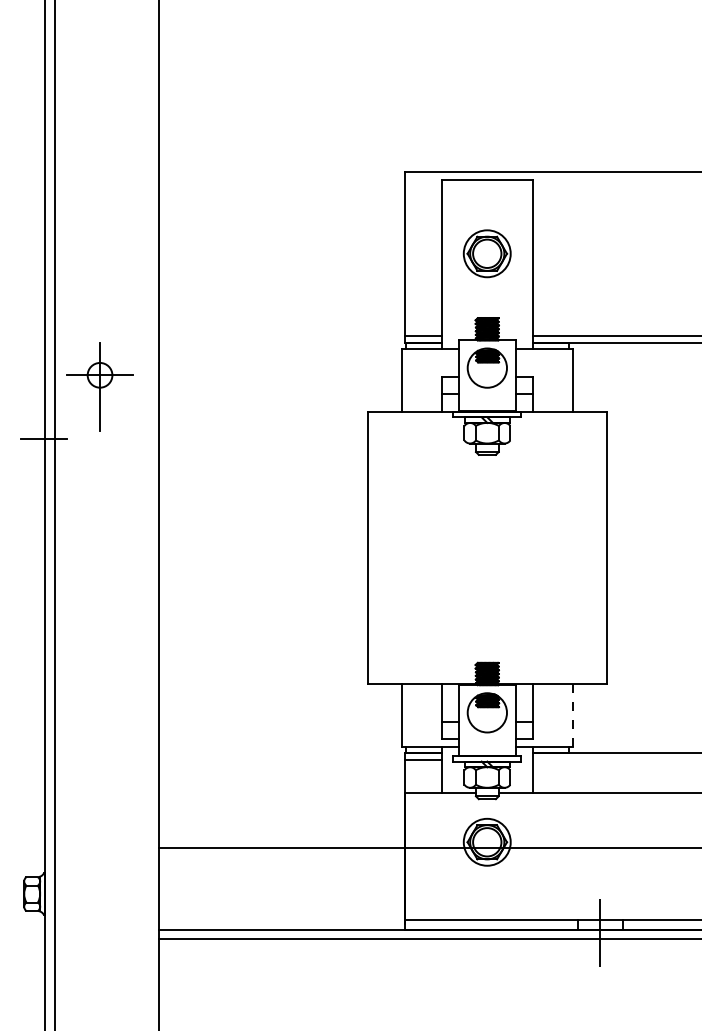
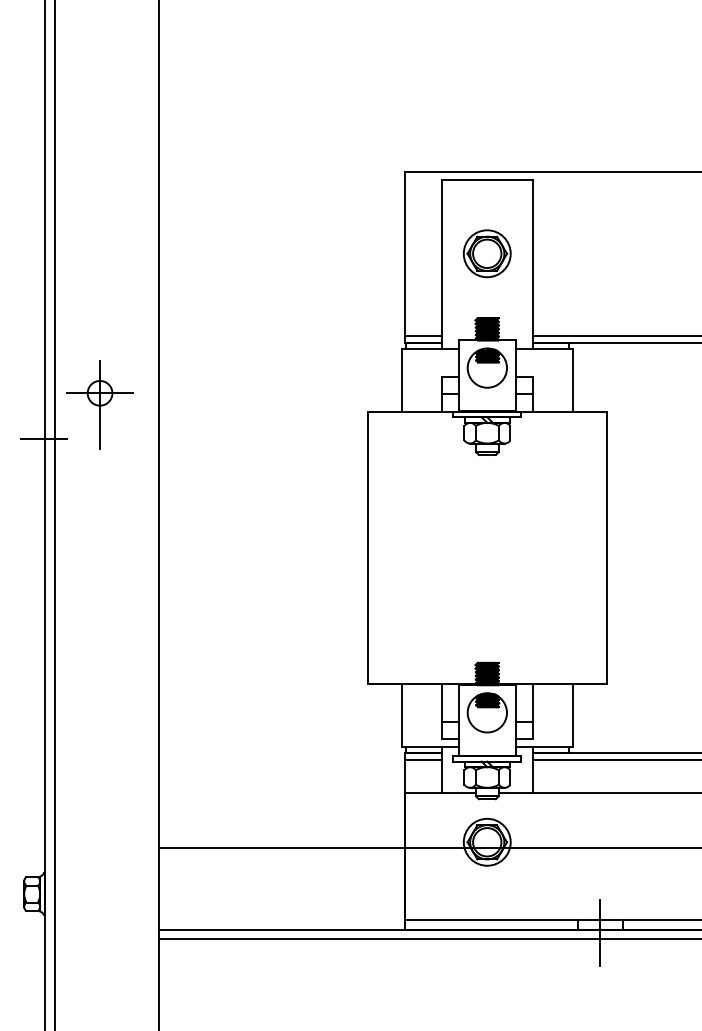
part at (99, 386) position: (99, 386) -> (99, 404)
line at (572, 715): dashed -> solid
line at (615, 760): none -> present
